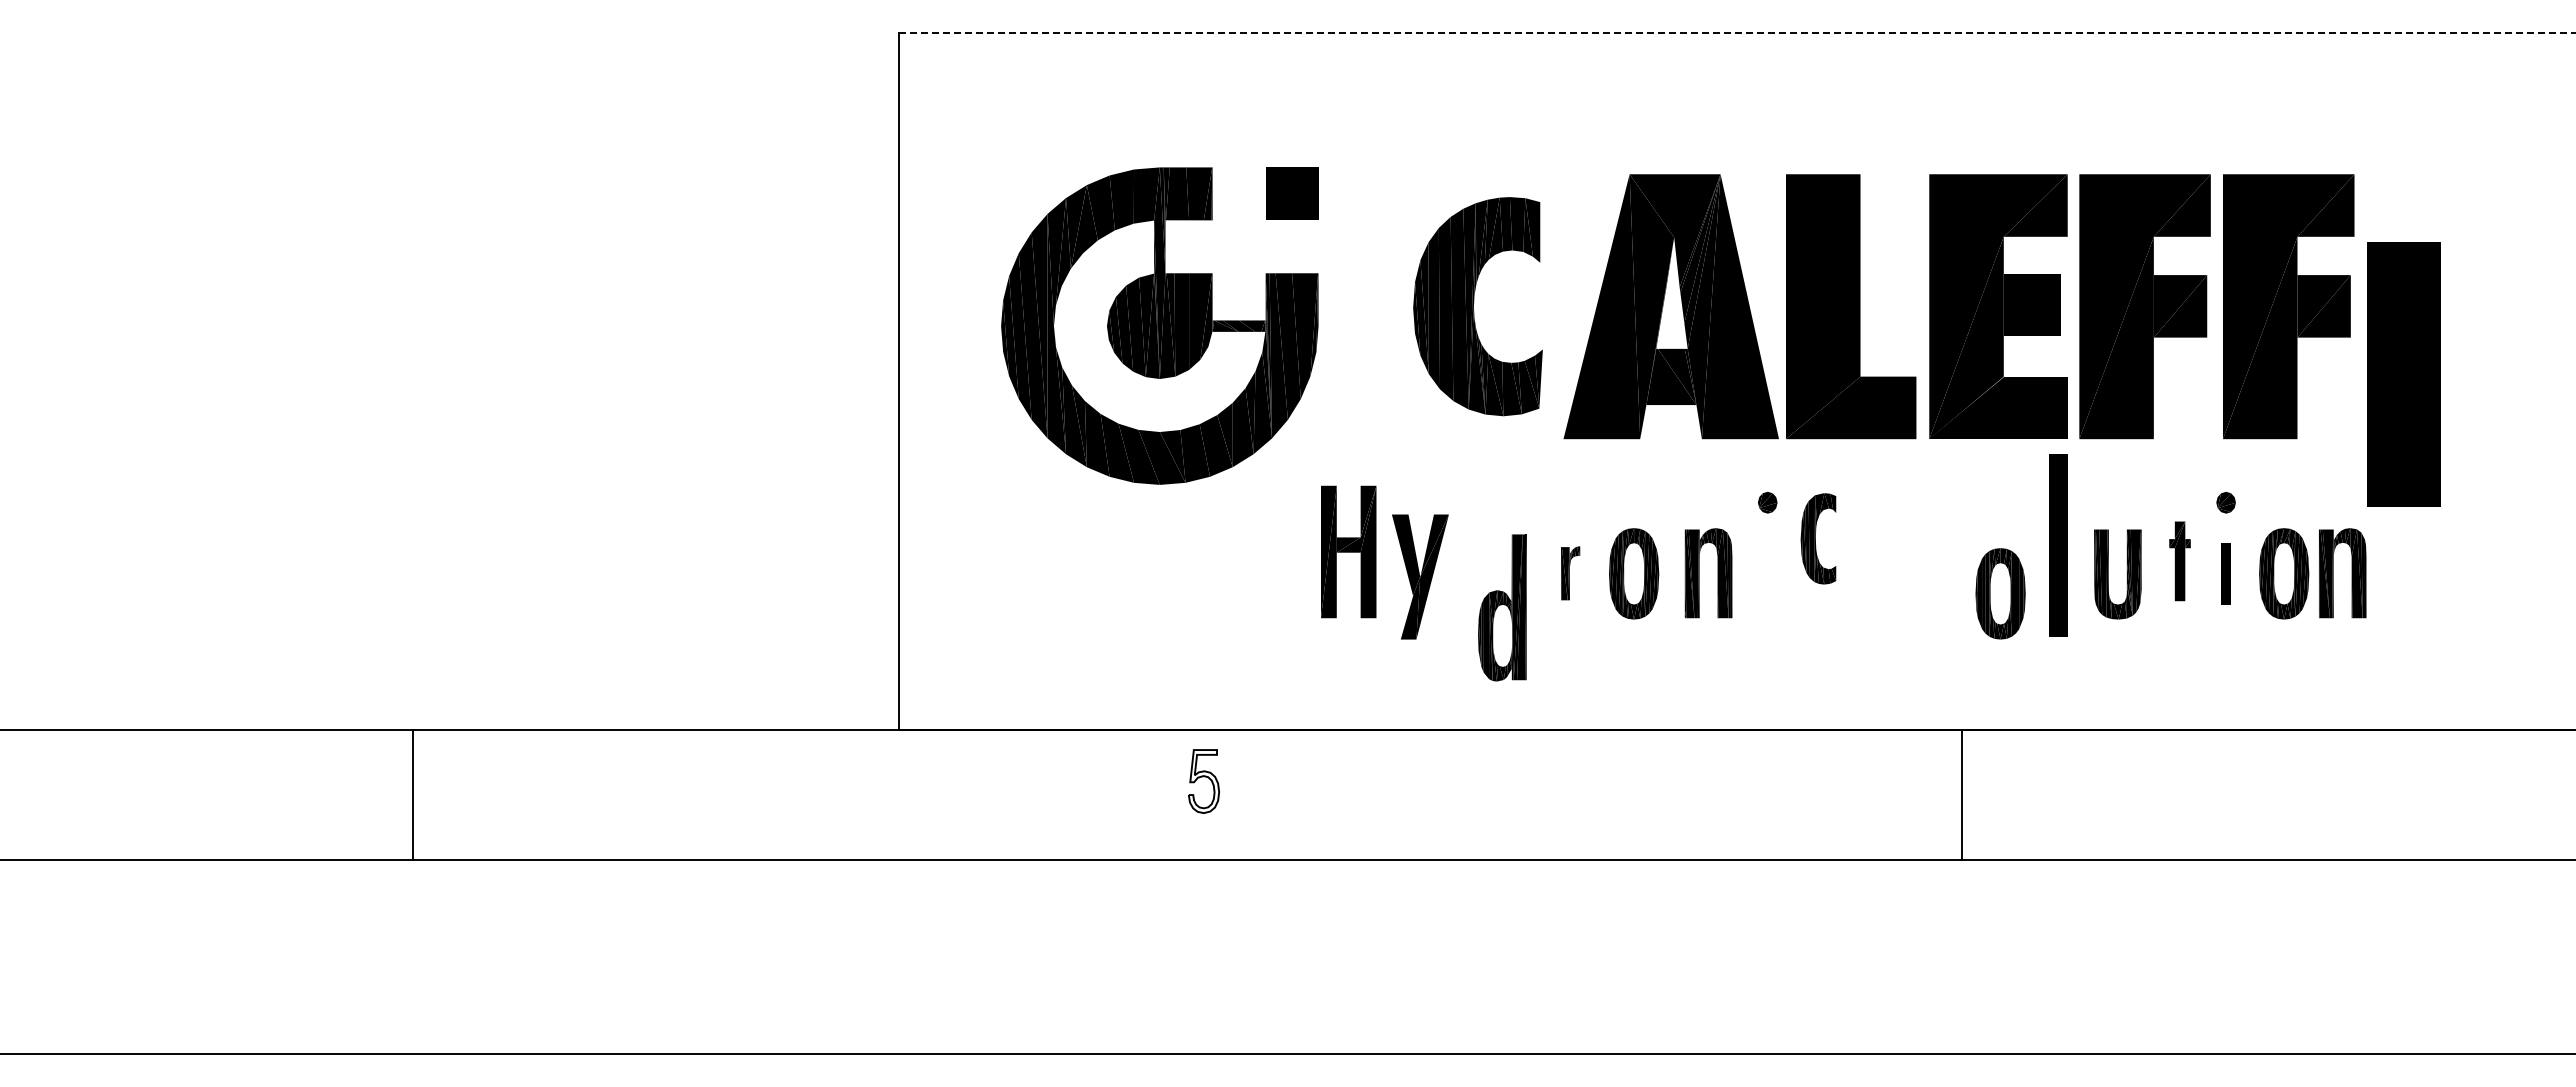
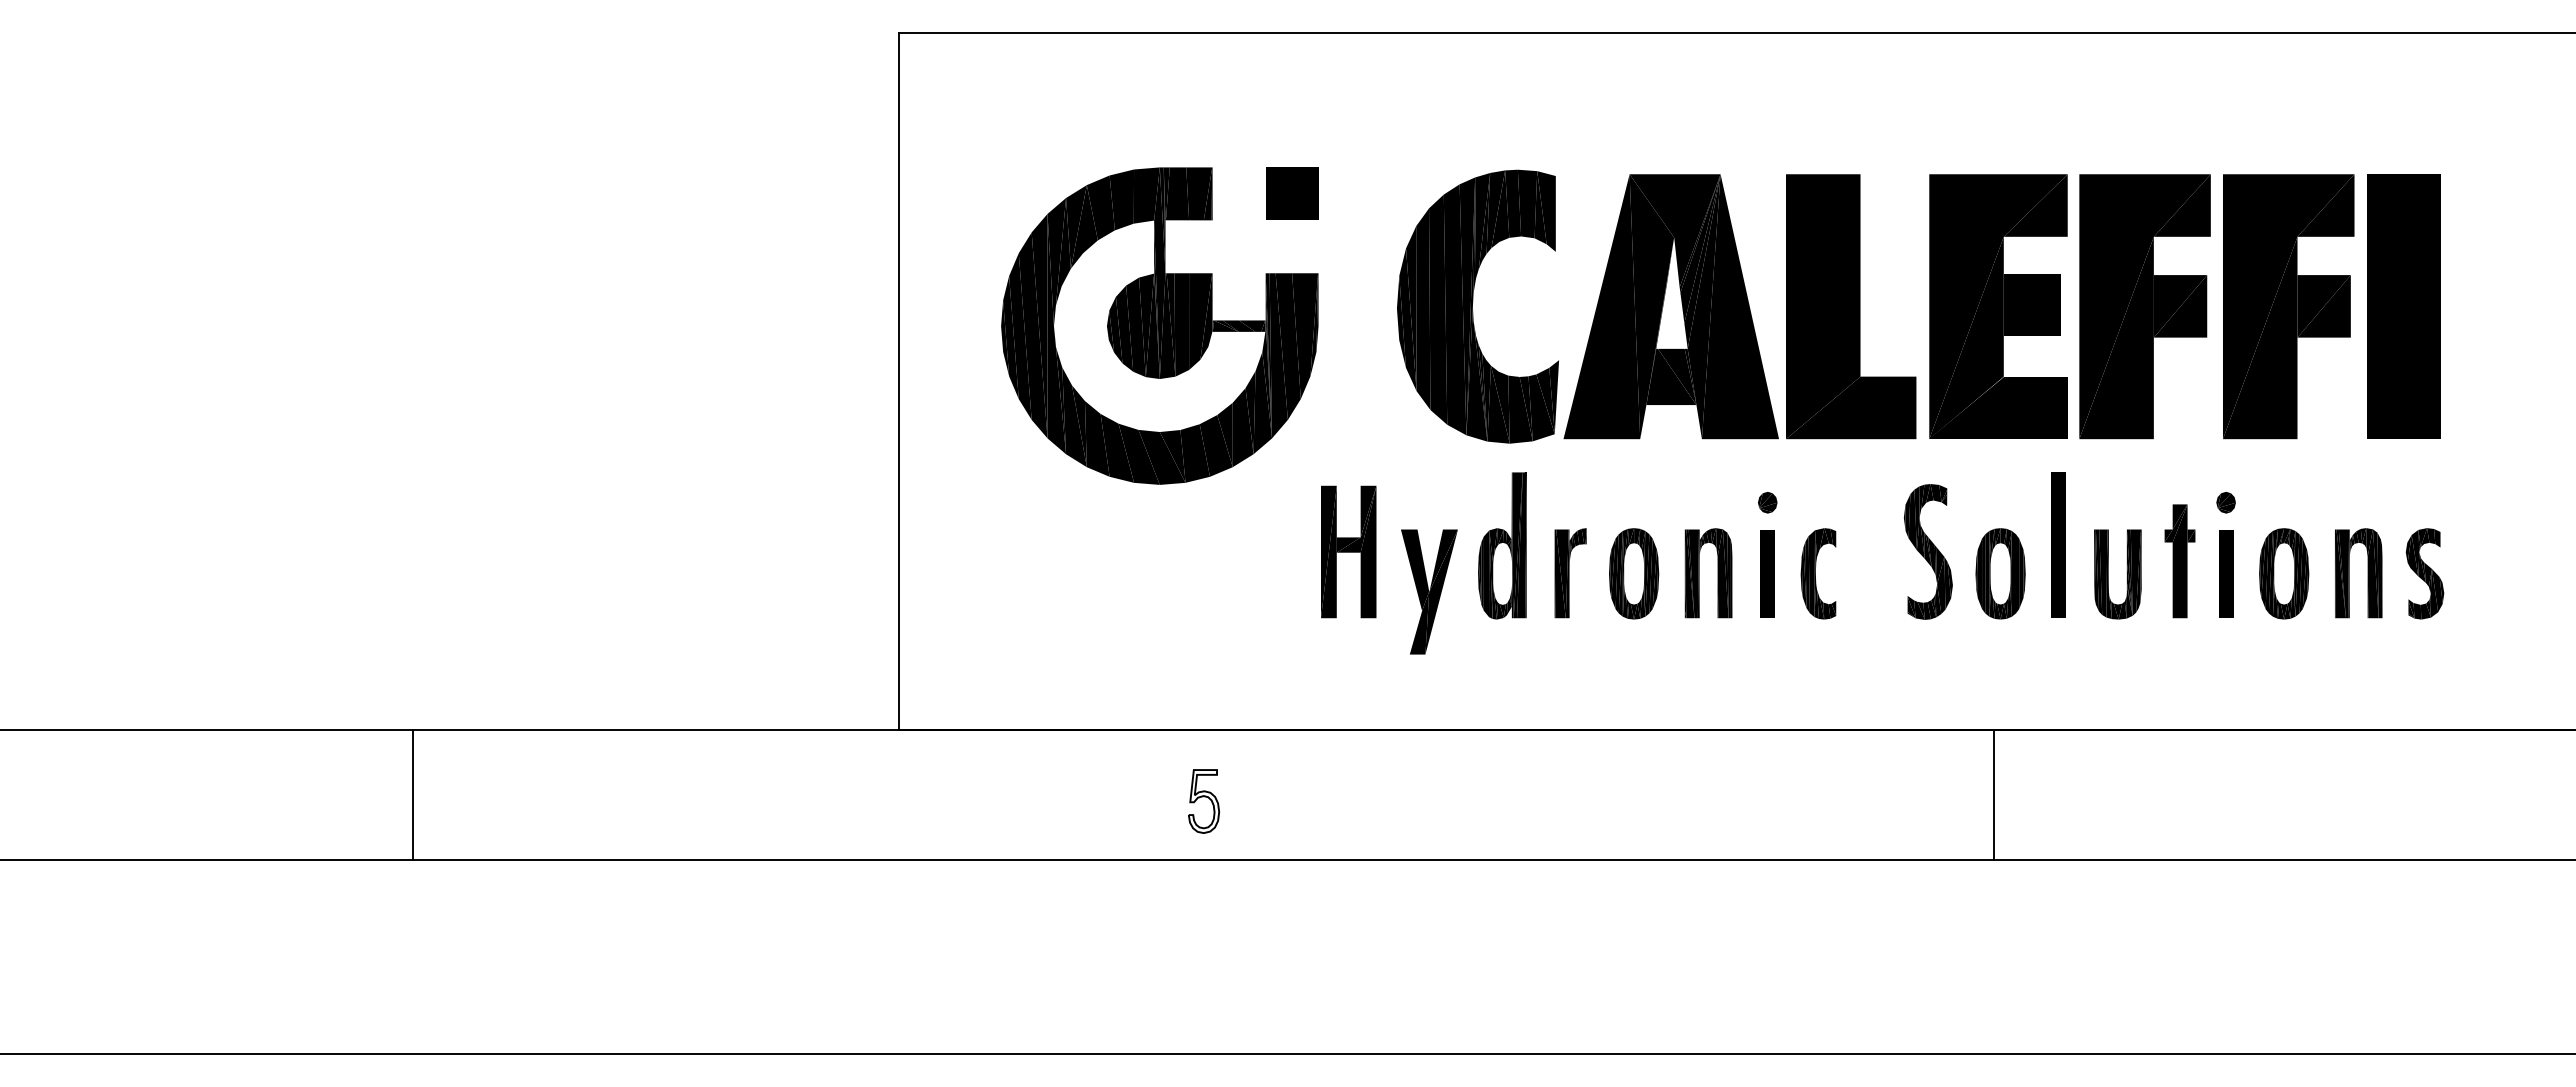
line at (1737, 32): dashed -> solid
part at (1477, 306) size: 130x220 px -> 162x275 px
part at (2403, 374) position: (2403, 374) -> (2403, 306)
part at (1818, 538) position: (1818, 538) -> (1818, 573)
part at (2058, 545) size: 19x183 px -> 15x146 px
part at (1928, 551): none -> present
part at (2179, 561) size: 22x81 px -> 32x115 px
part at (1570, 573) size: 20x55 px -> 33x91 px
part at (1767, 573): none -> present
part at (2225, 573) size: 10x62 px -> 15x88 px
part at (2333, 573) position: (2333, 573) -> (2349, 573)
part at (2424, 573): none -> present
part at (1420, 576) position: (1420, 576) -> (1429, 591)
part at (2000, 593) position: (2000, 593) -> (2000, 573)
part at (1502, 607) position: (1502, 607) -> (1502, 545)
part at (1204, 781) position: (1204, 781) -> (1204, 801)
line at (1961, 794) position: (1961, 794) -> (1993, 794)
